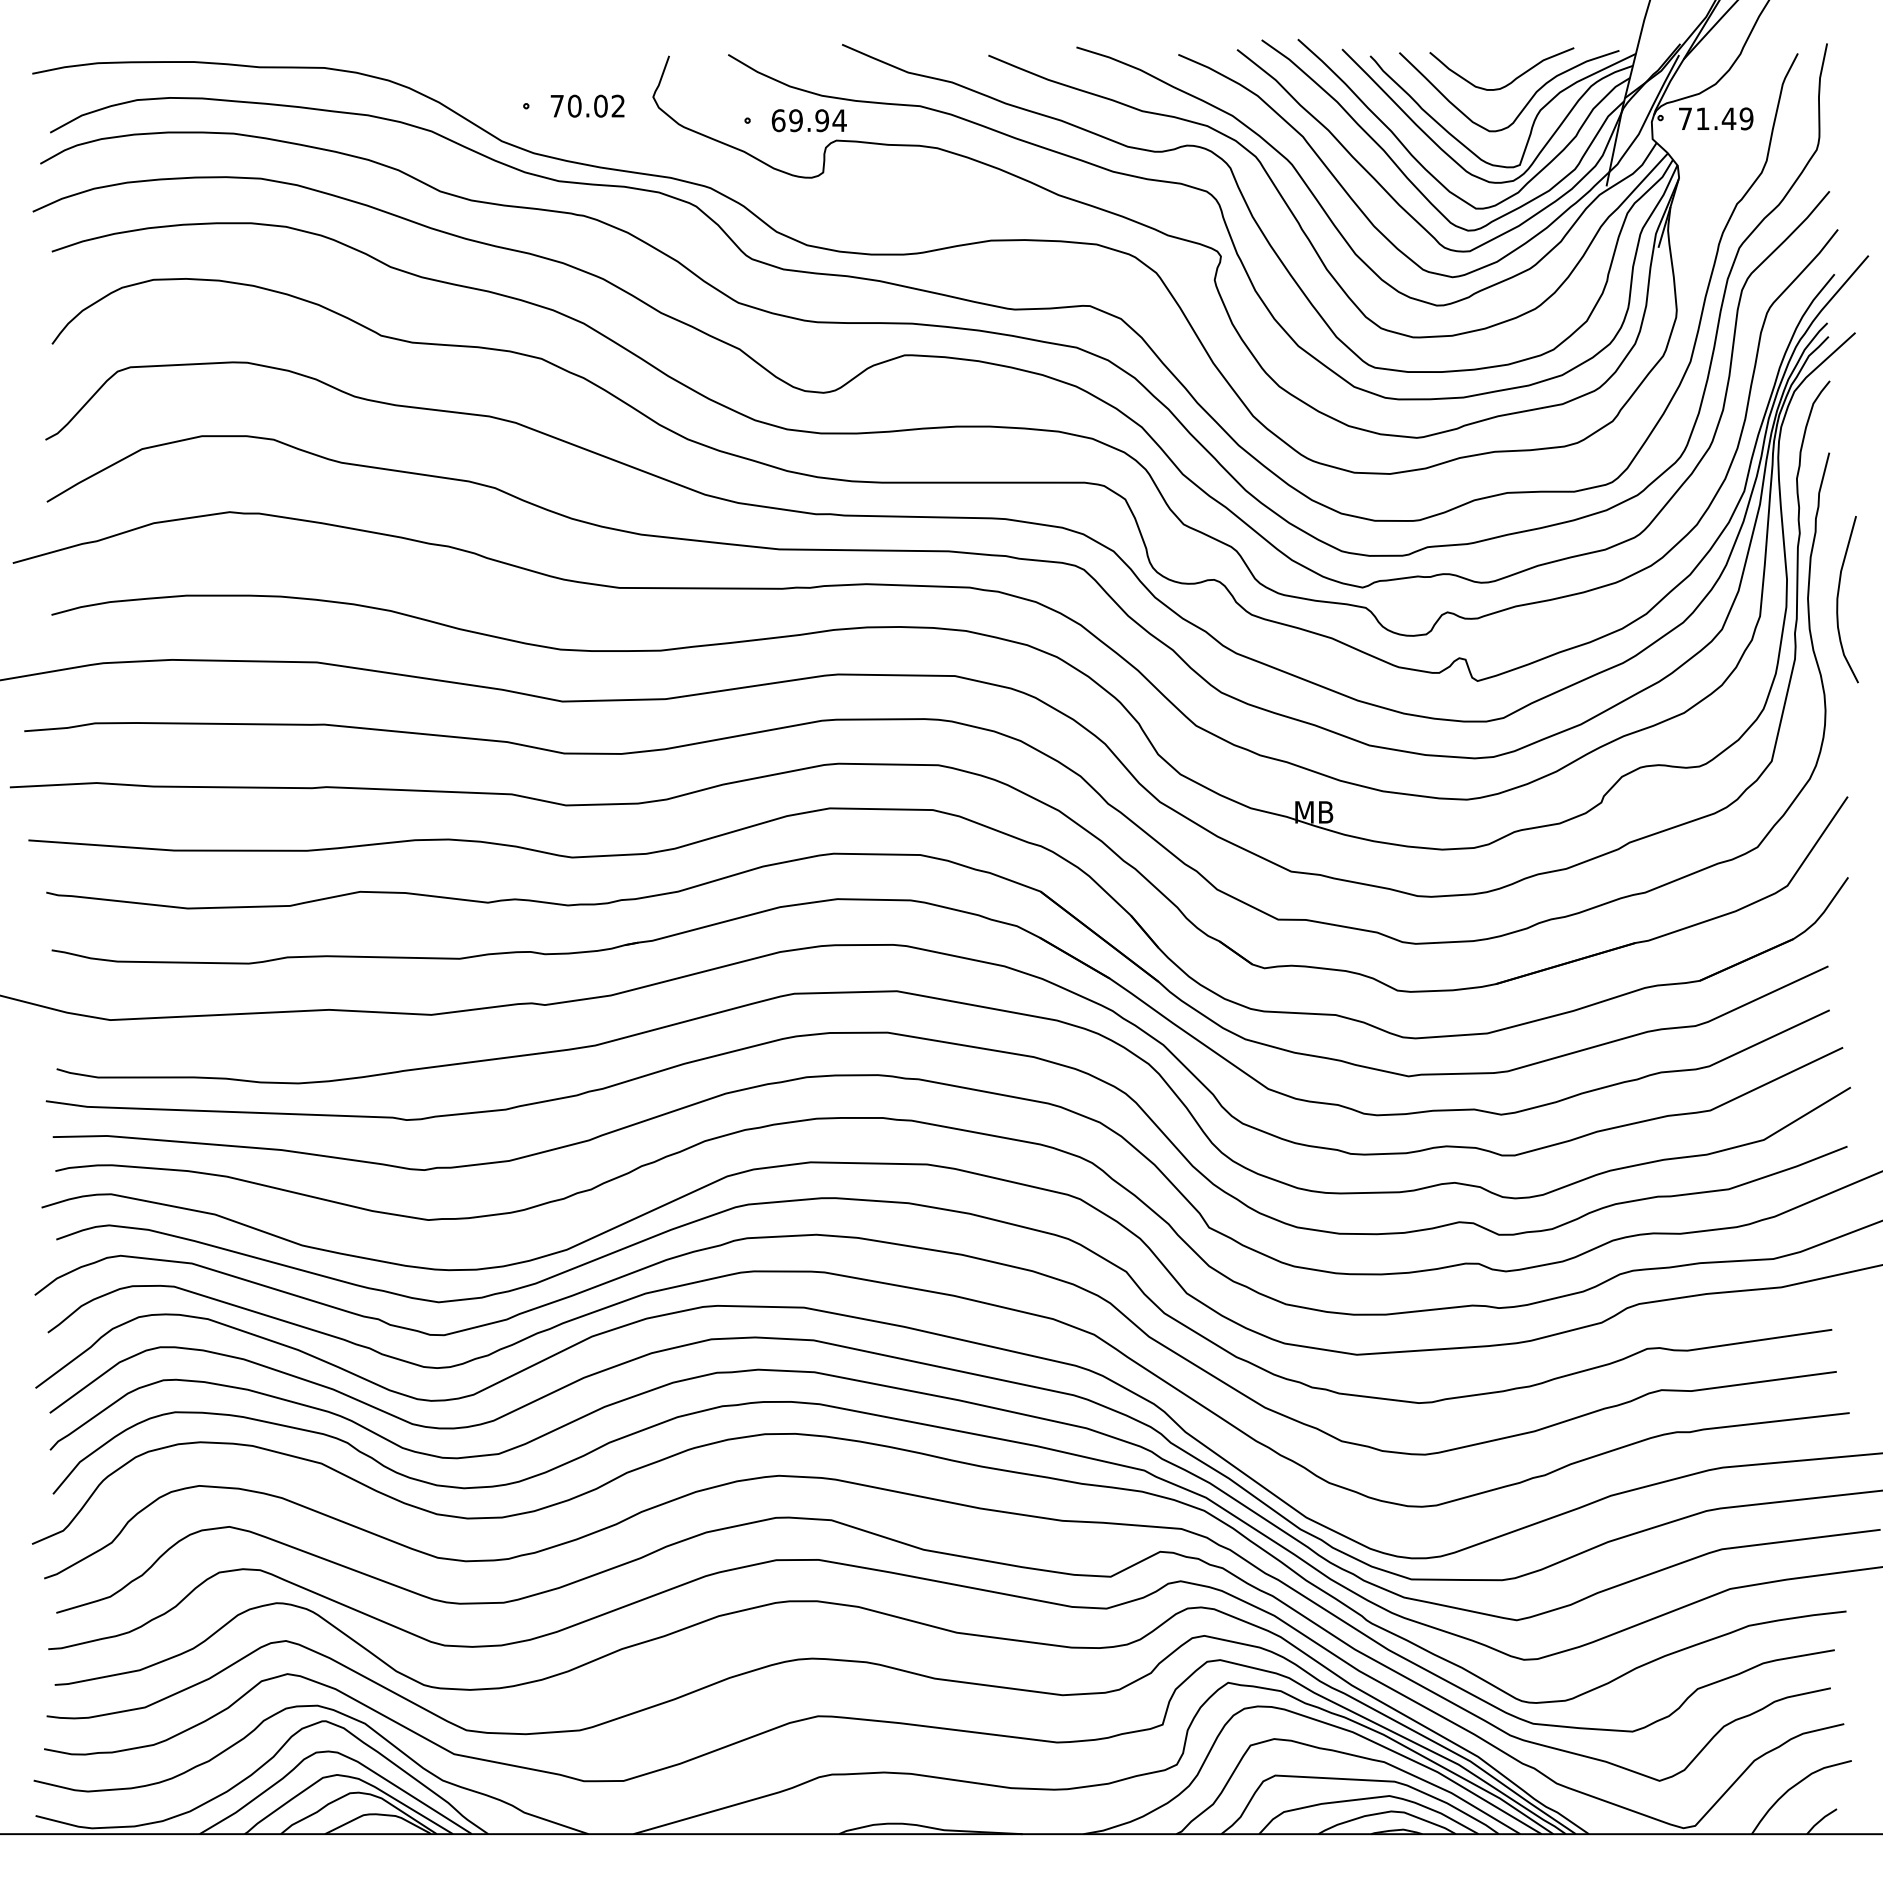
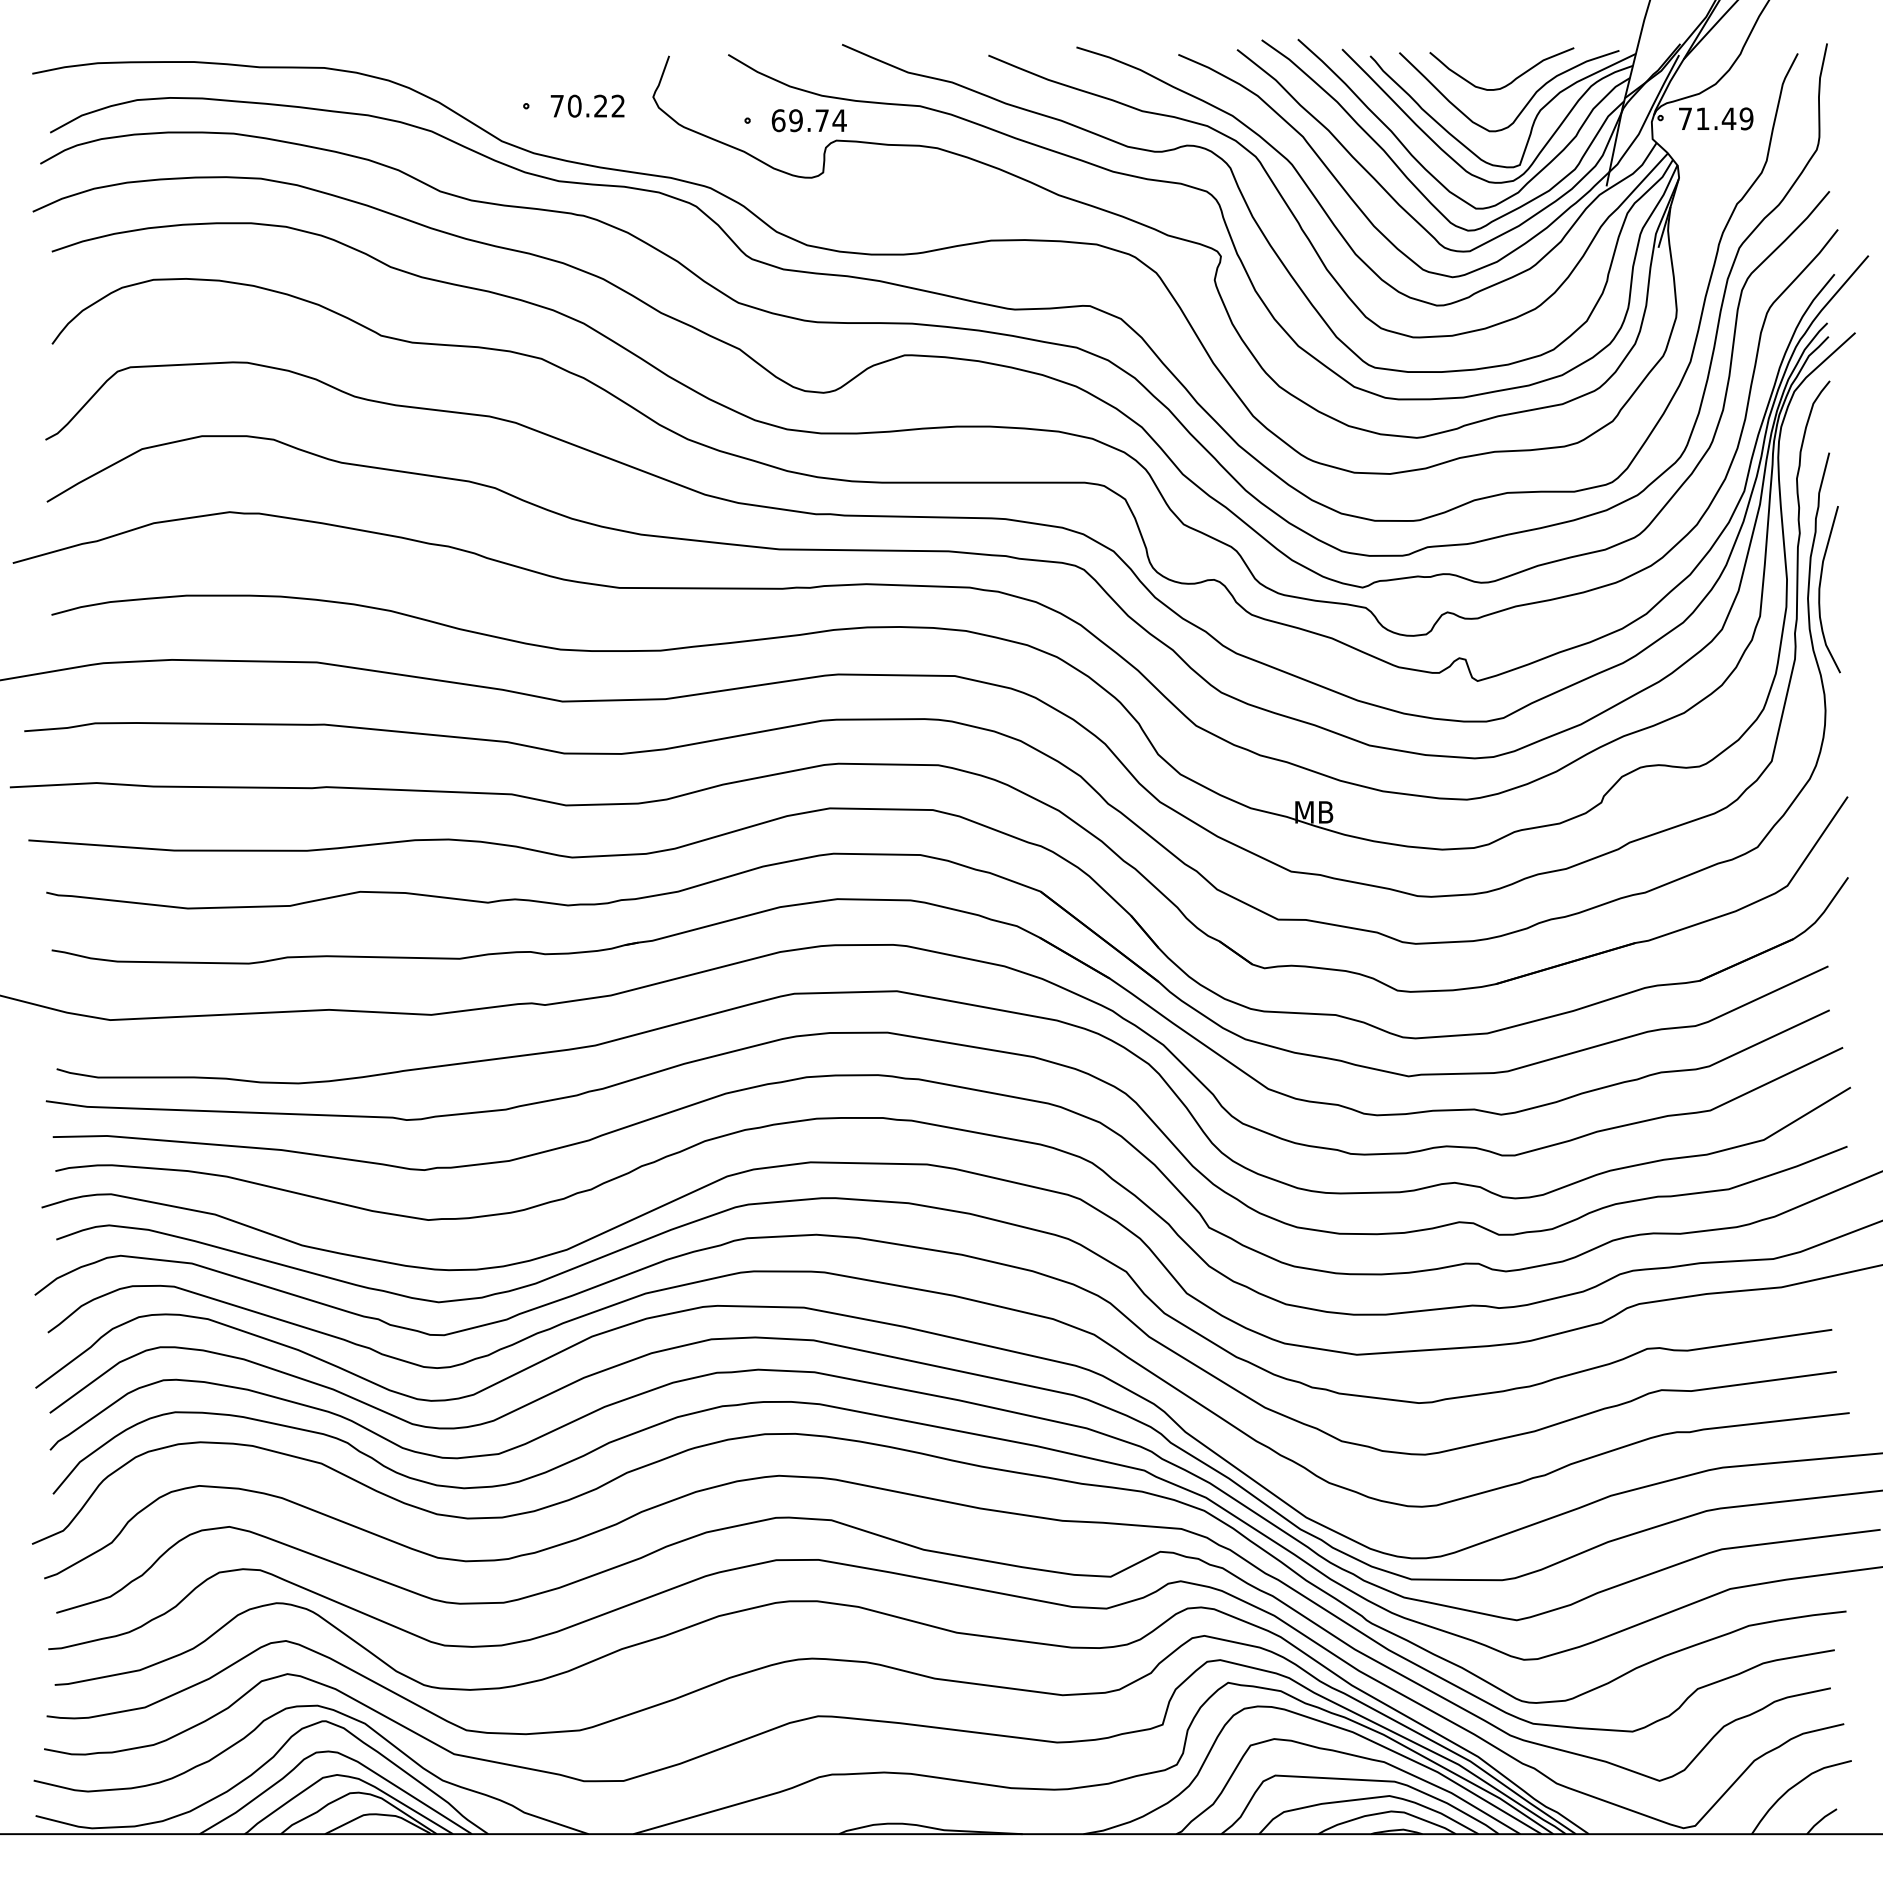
text at (600, 105): 70.02 -> 70.22
text at (822, 120): 69.94 -> 69.74
curve at (1838, 599) position: (1838, 599) -> (1820, 589)
